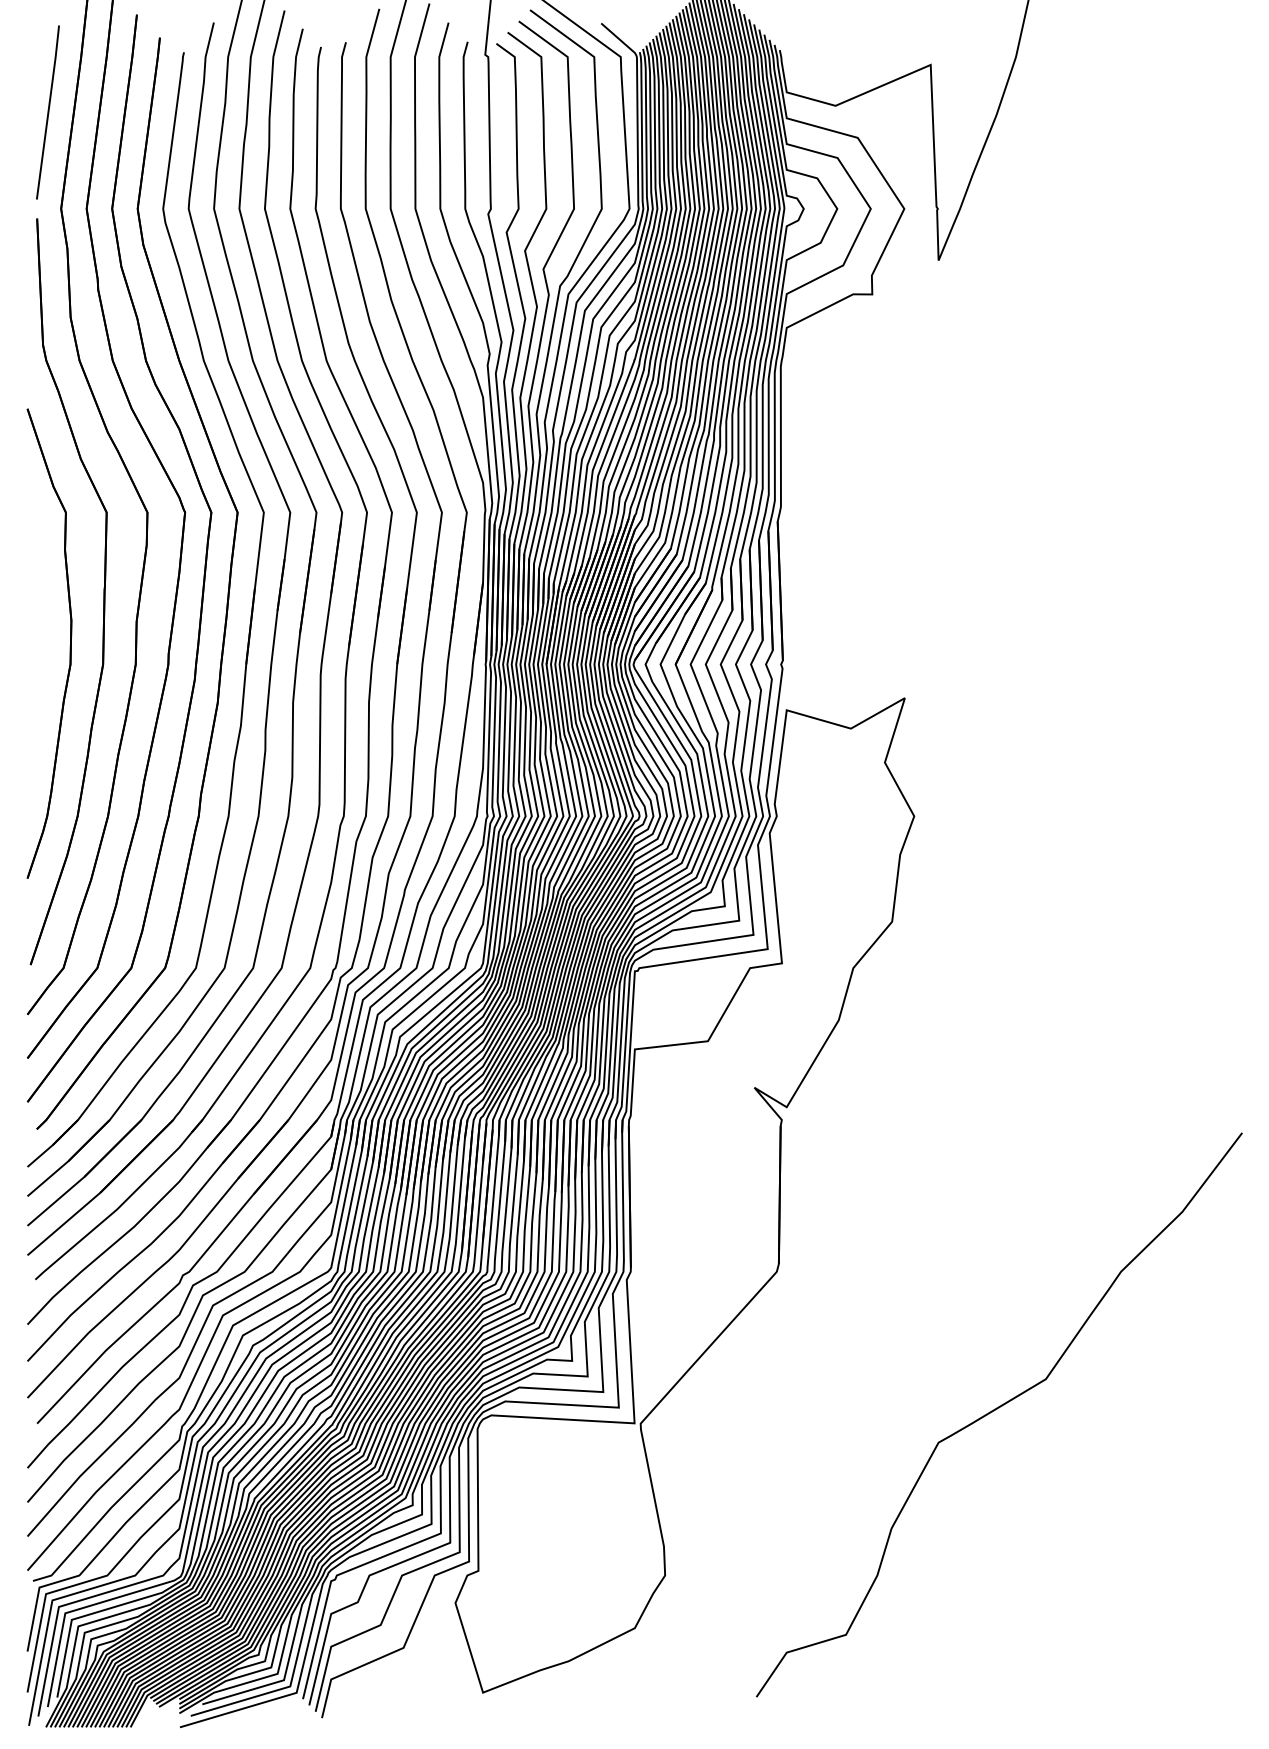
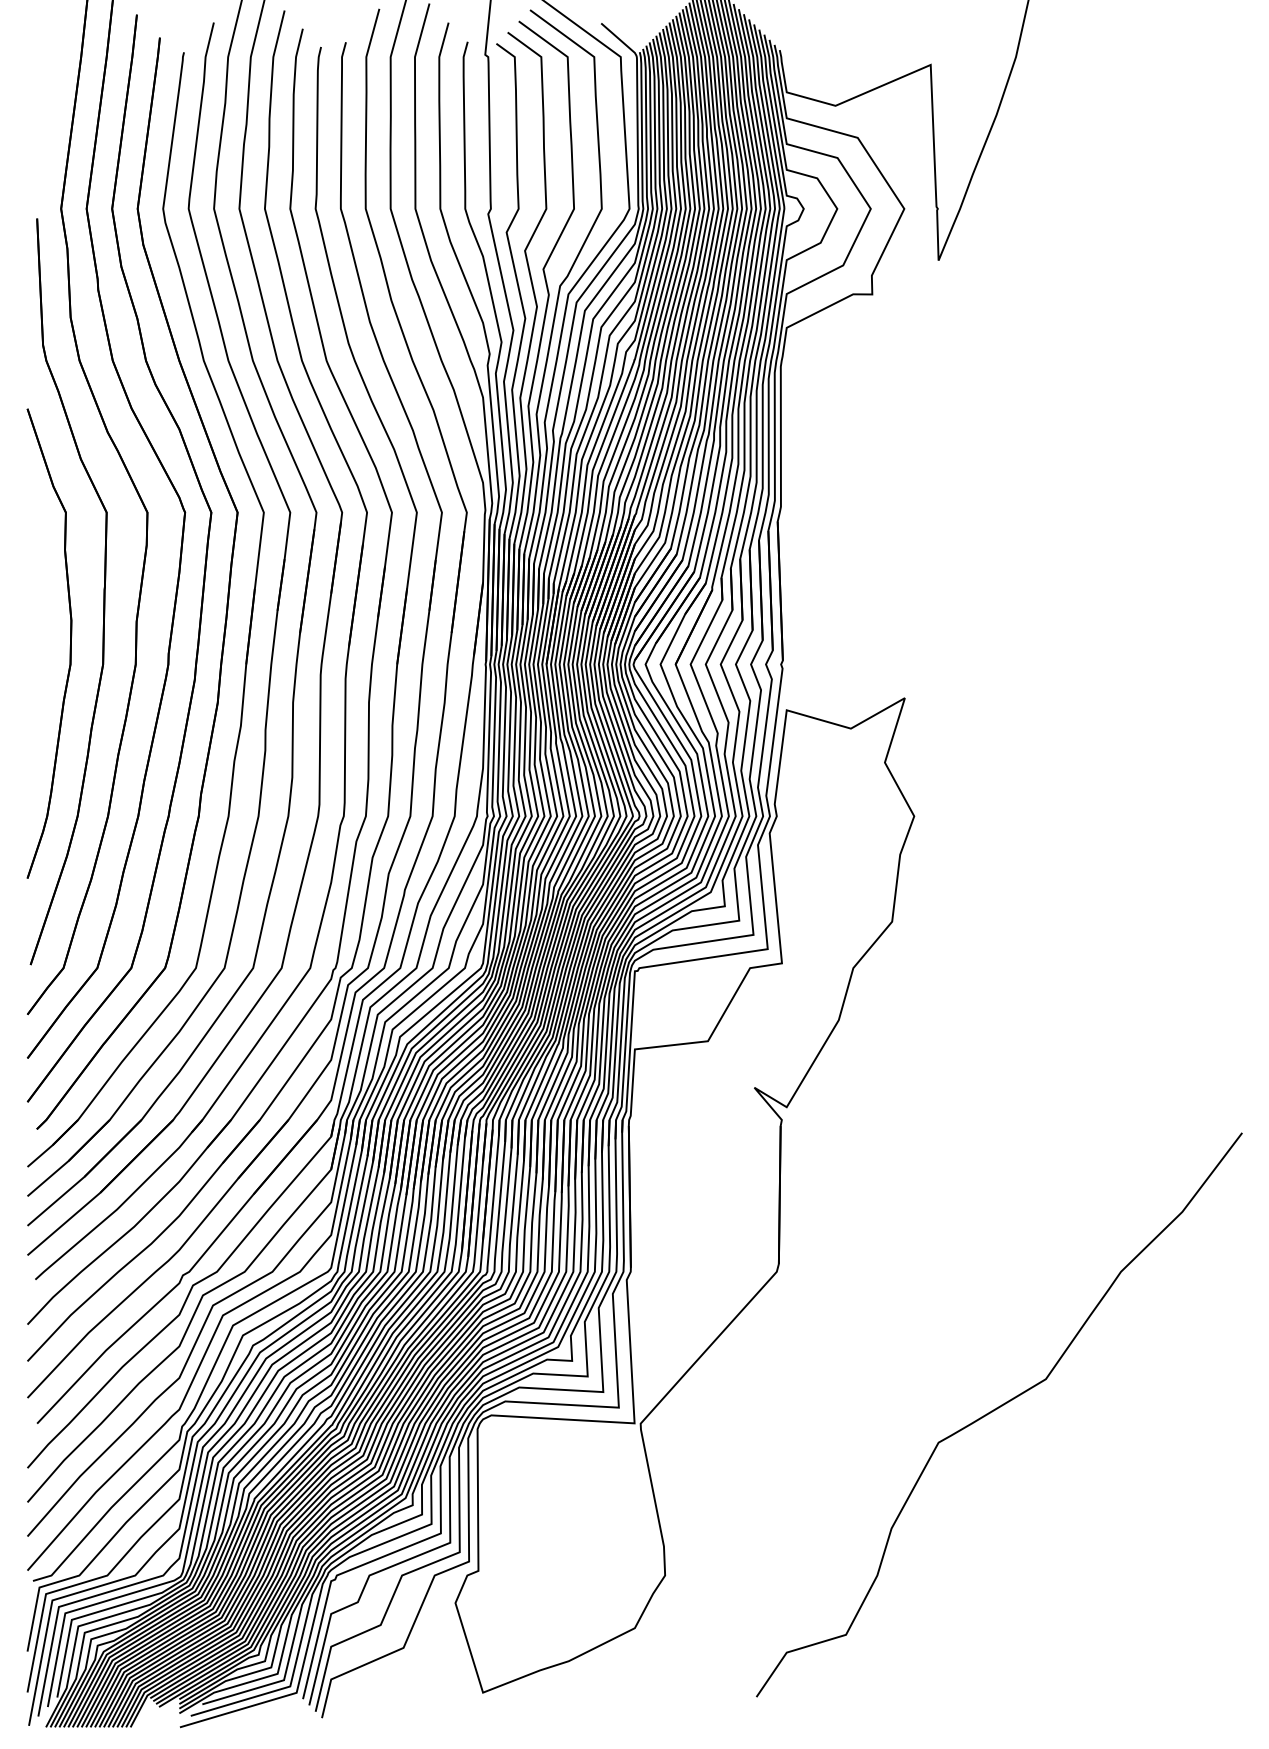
line at (47, 112): present -> none
